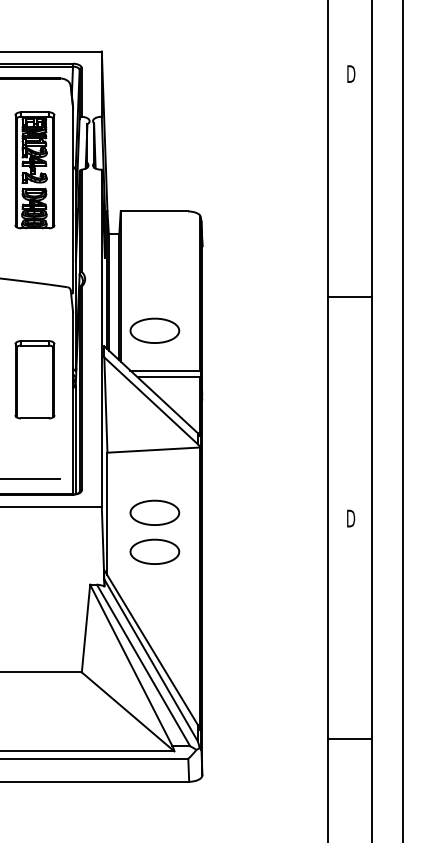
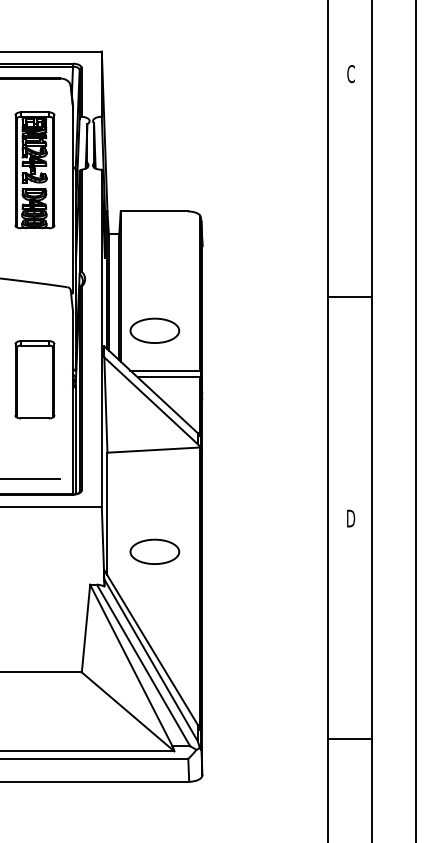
text at (351, 74): D -> C
line at (403, 420) position: (403, 420) -> (416, 420)
part at (154, 512): present -> none
